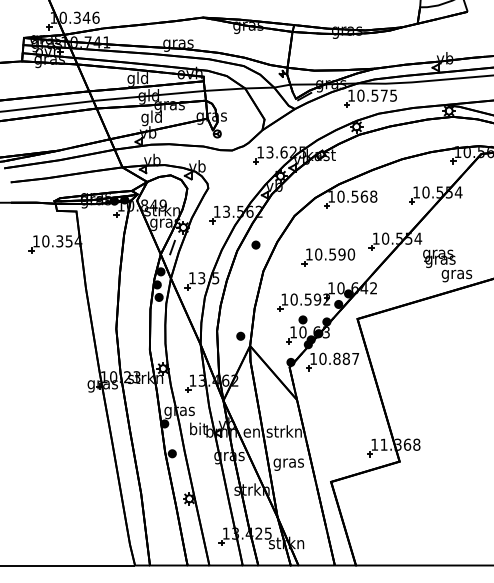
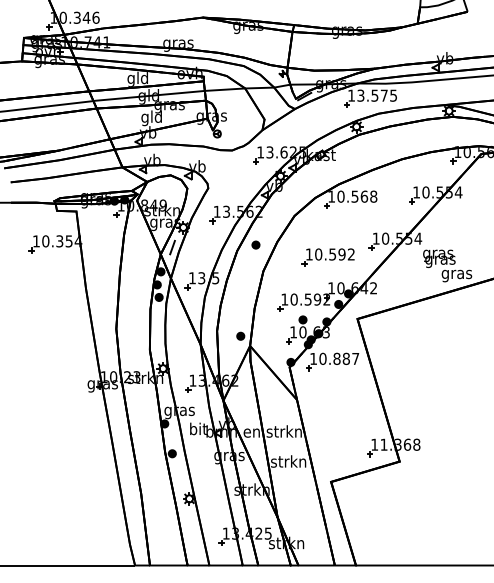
text at (360, 95): 10.575 -> 13.575
text at (351, 254): 10.590 -> 10.592
text at (288, 462): gras -> strkn
